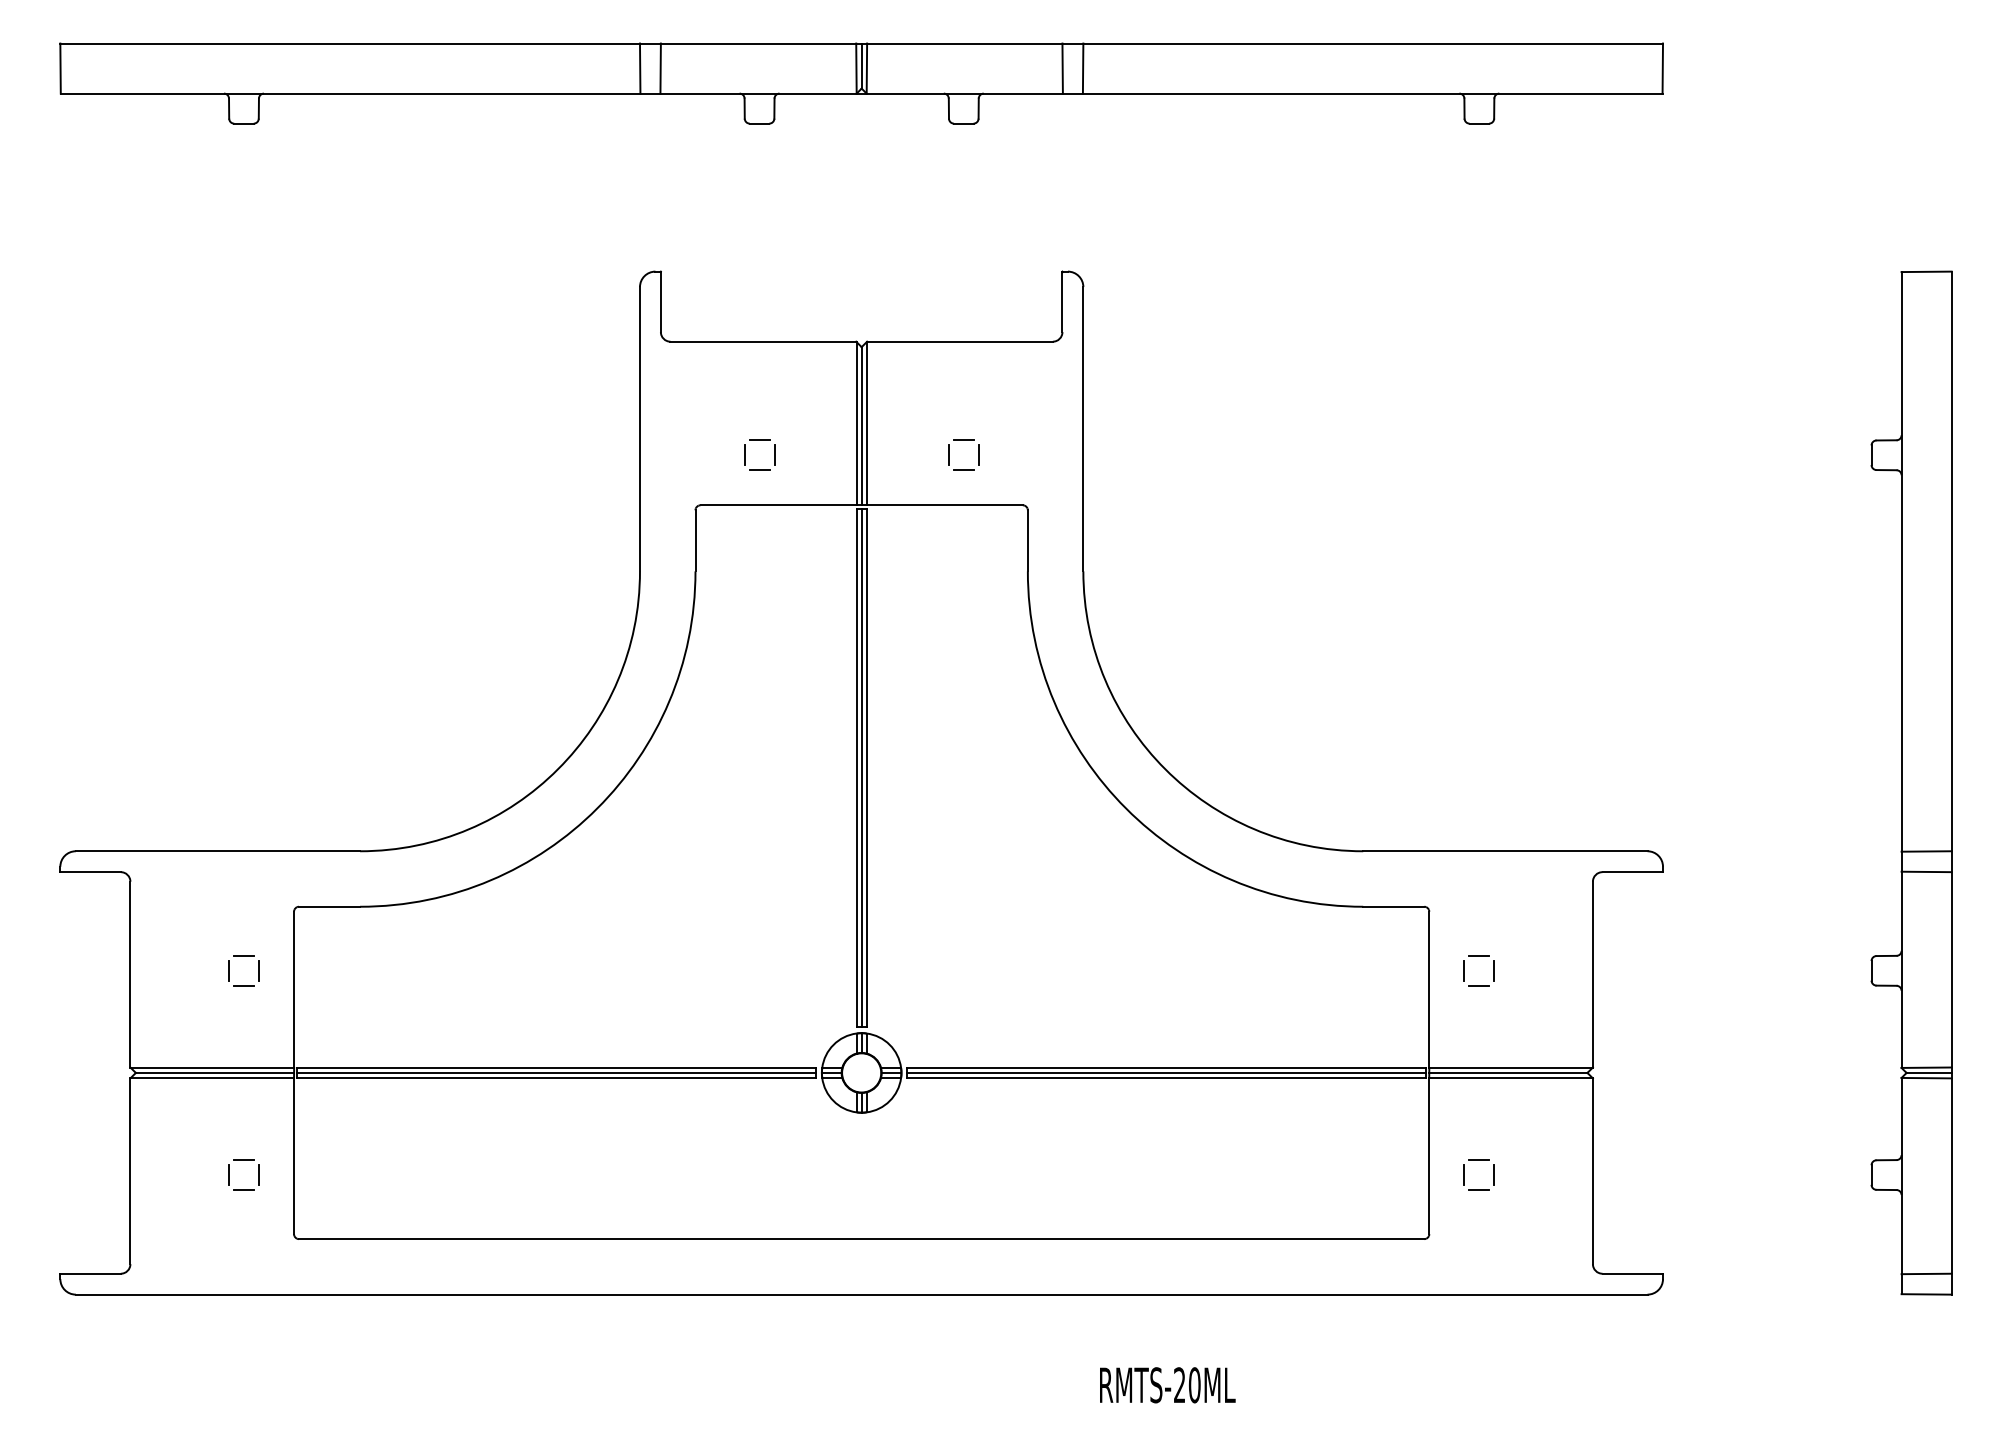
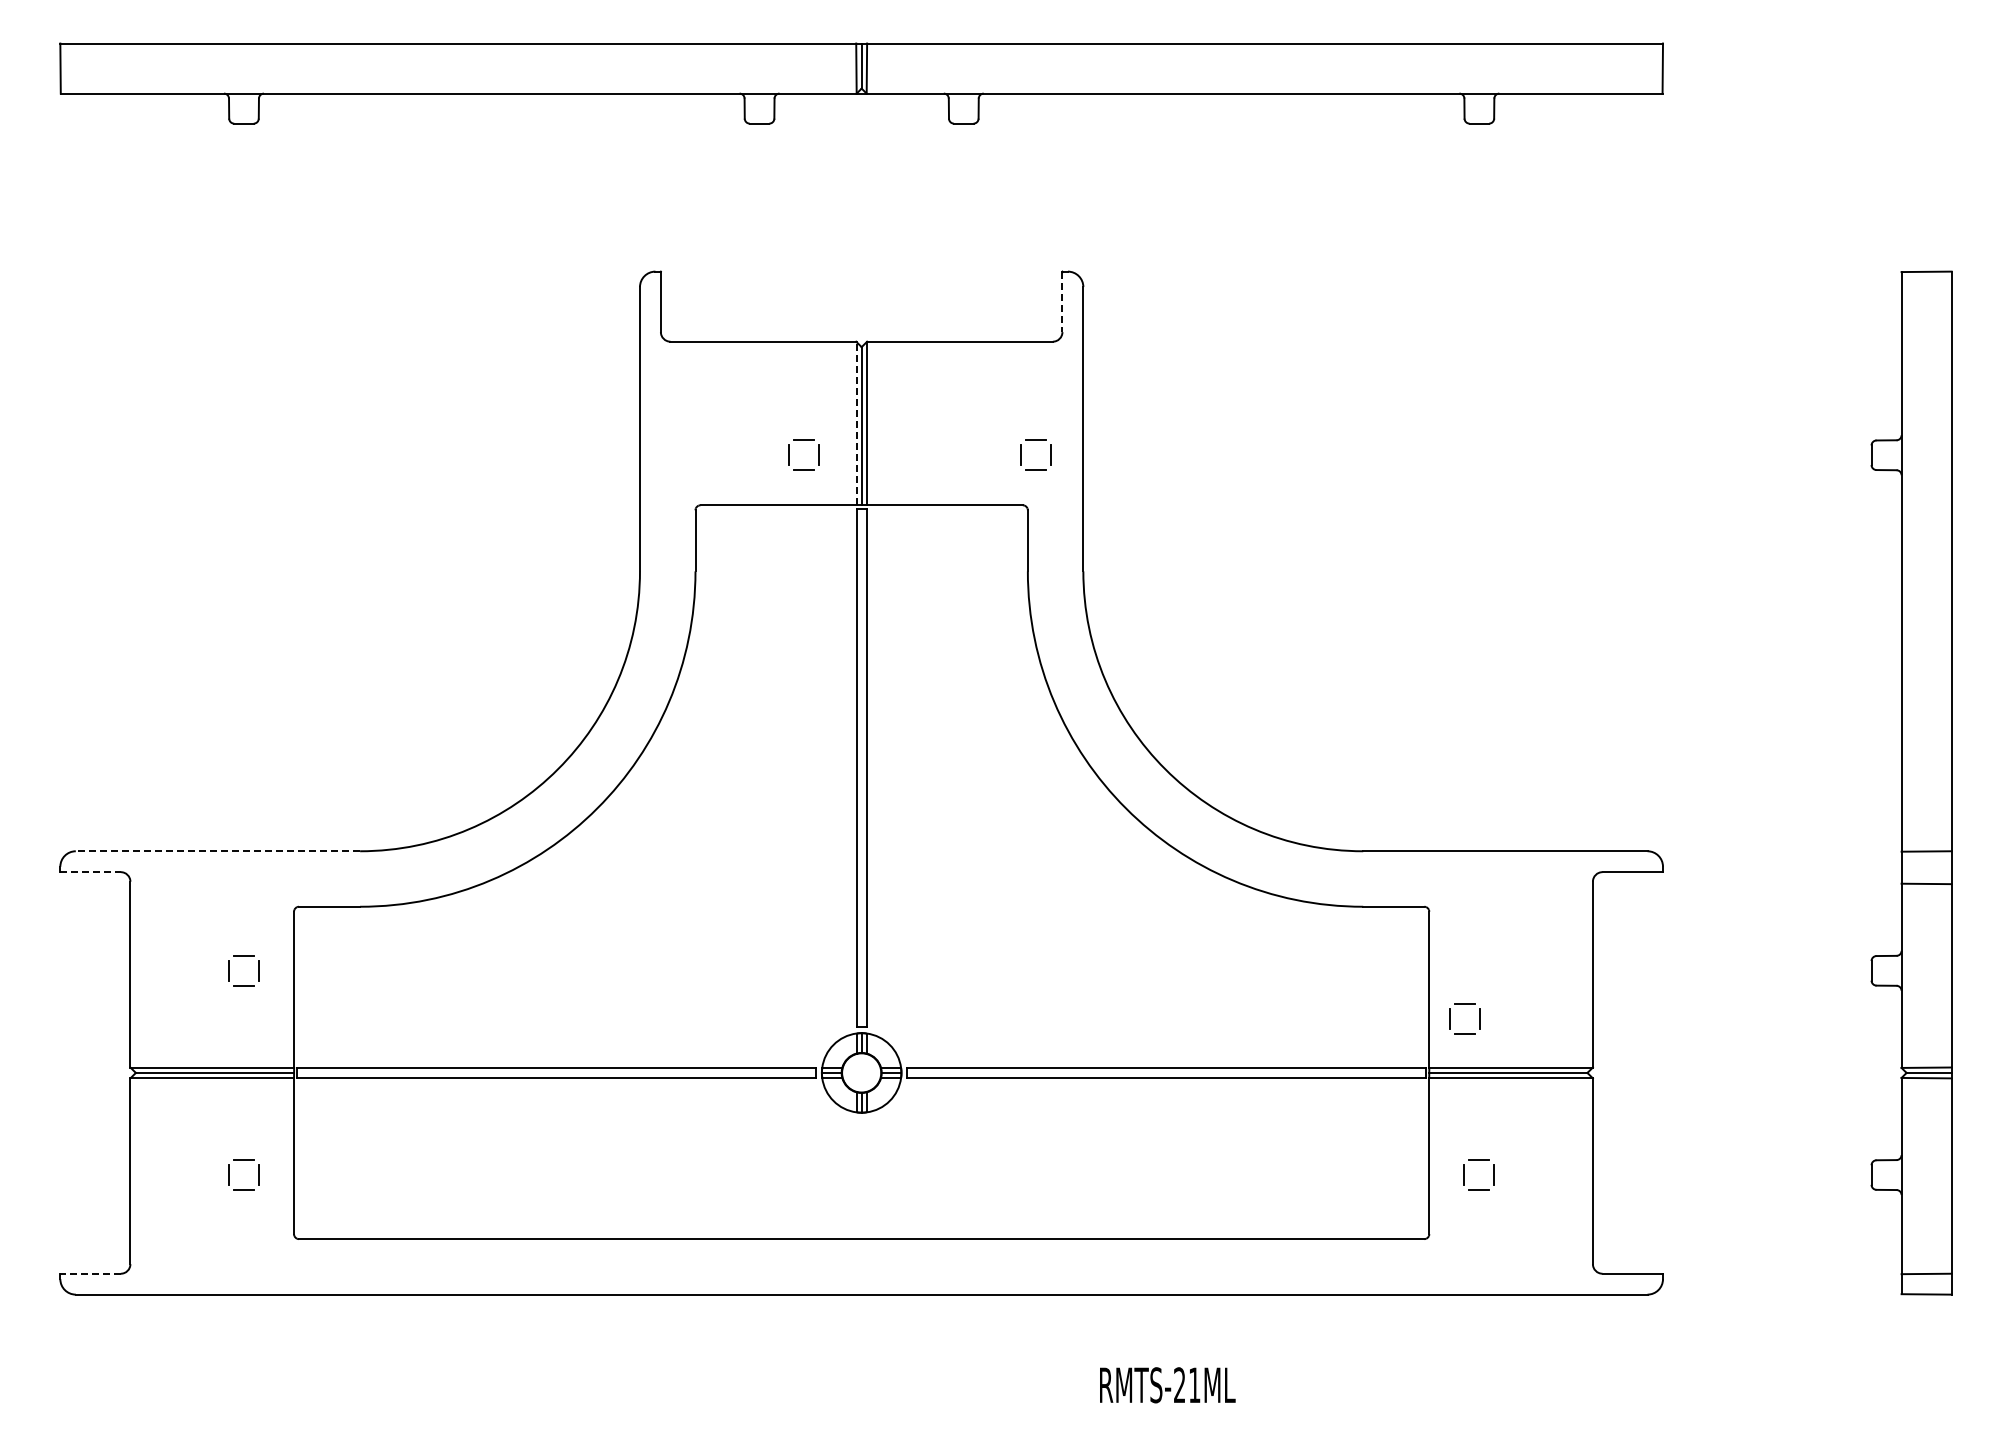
line at (640, 68): present -> none
line at (660, 68): present -> none
line at (1062, 68): present -> none
line at (1082, 68): present -> none
line at (1062, 302): solid -> dashed
line at (856, 423): solid -> dashed
part at (759, 440) position: (759, 440) -> (803, 440)
part at (963, 440) position: (963, 440) -> (1035, 440)
line at (861, 767): present -> none
line at (217, 851): solid -> dashed
line at (1926, 871) position: (1926, 871) -> (1926, 883)
line at (91, 872): solid -> dashed
part at (1478, 956) position: (1478, 956) -> (1464, 1004)
line at (556, 1072): present -> none
line at (1166, 1072): present -> none
line at (90, 1273): solid -> dashed
text at (1194, 1385): RMTS-20ML -> RMTS-21ML
